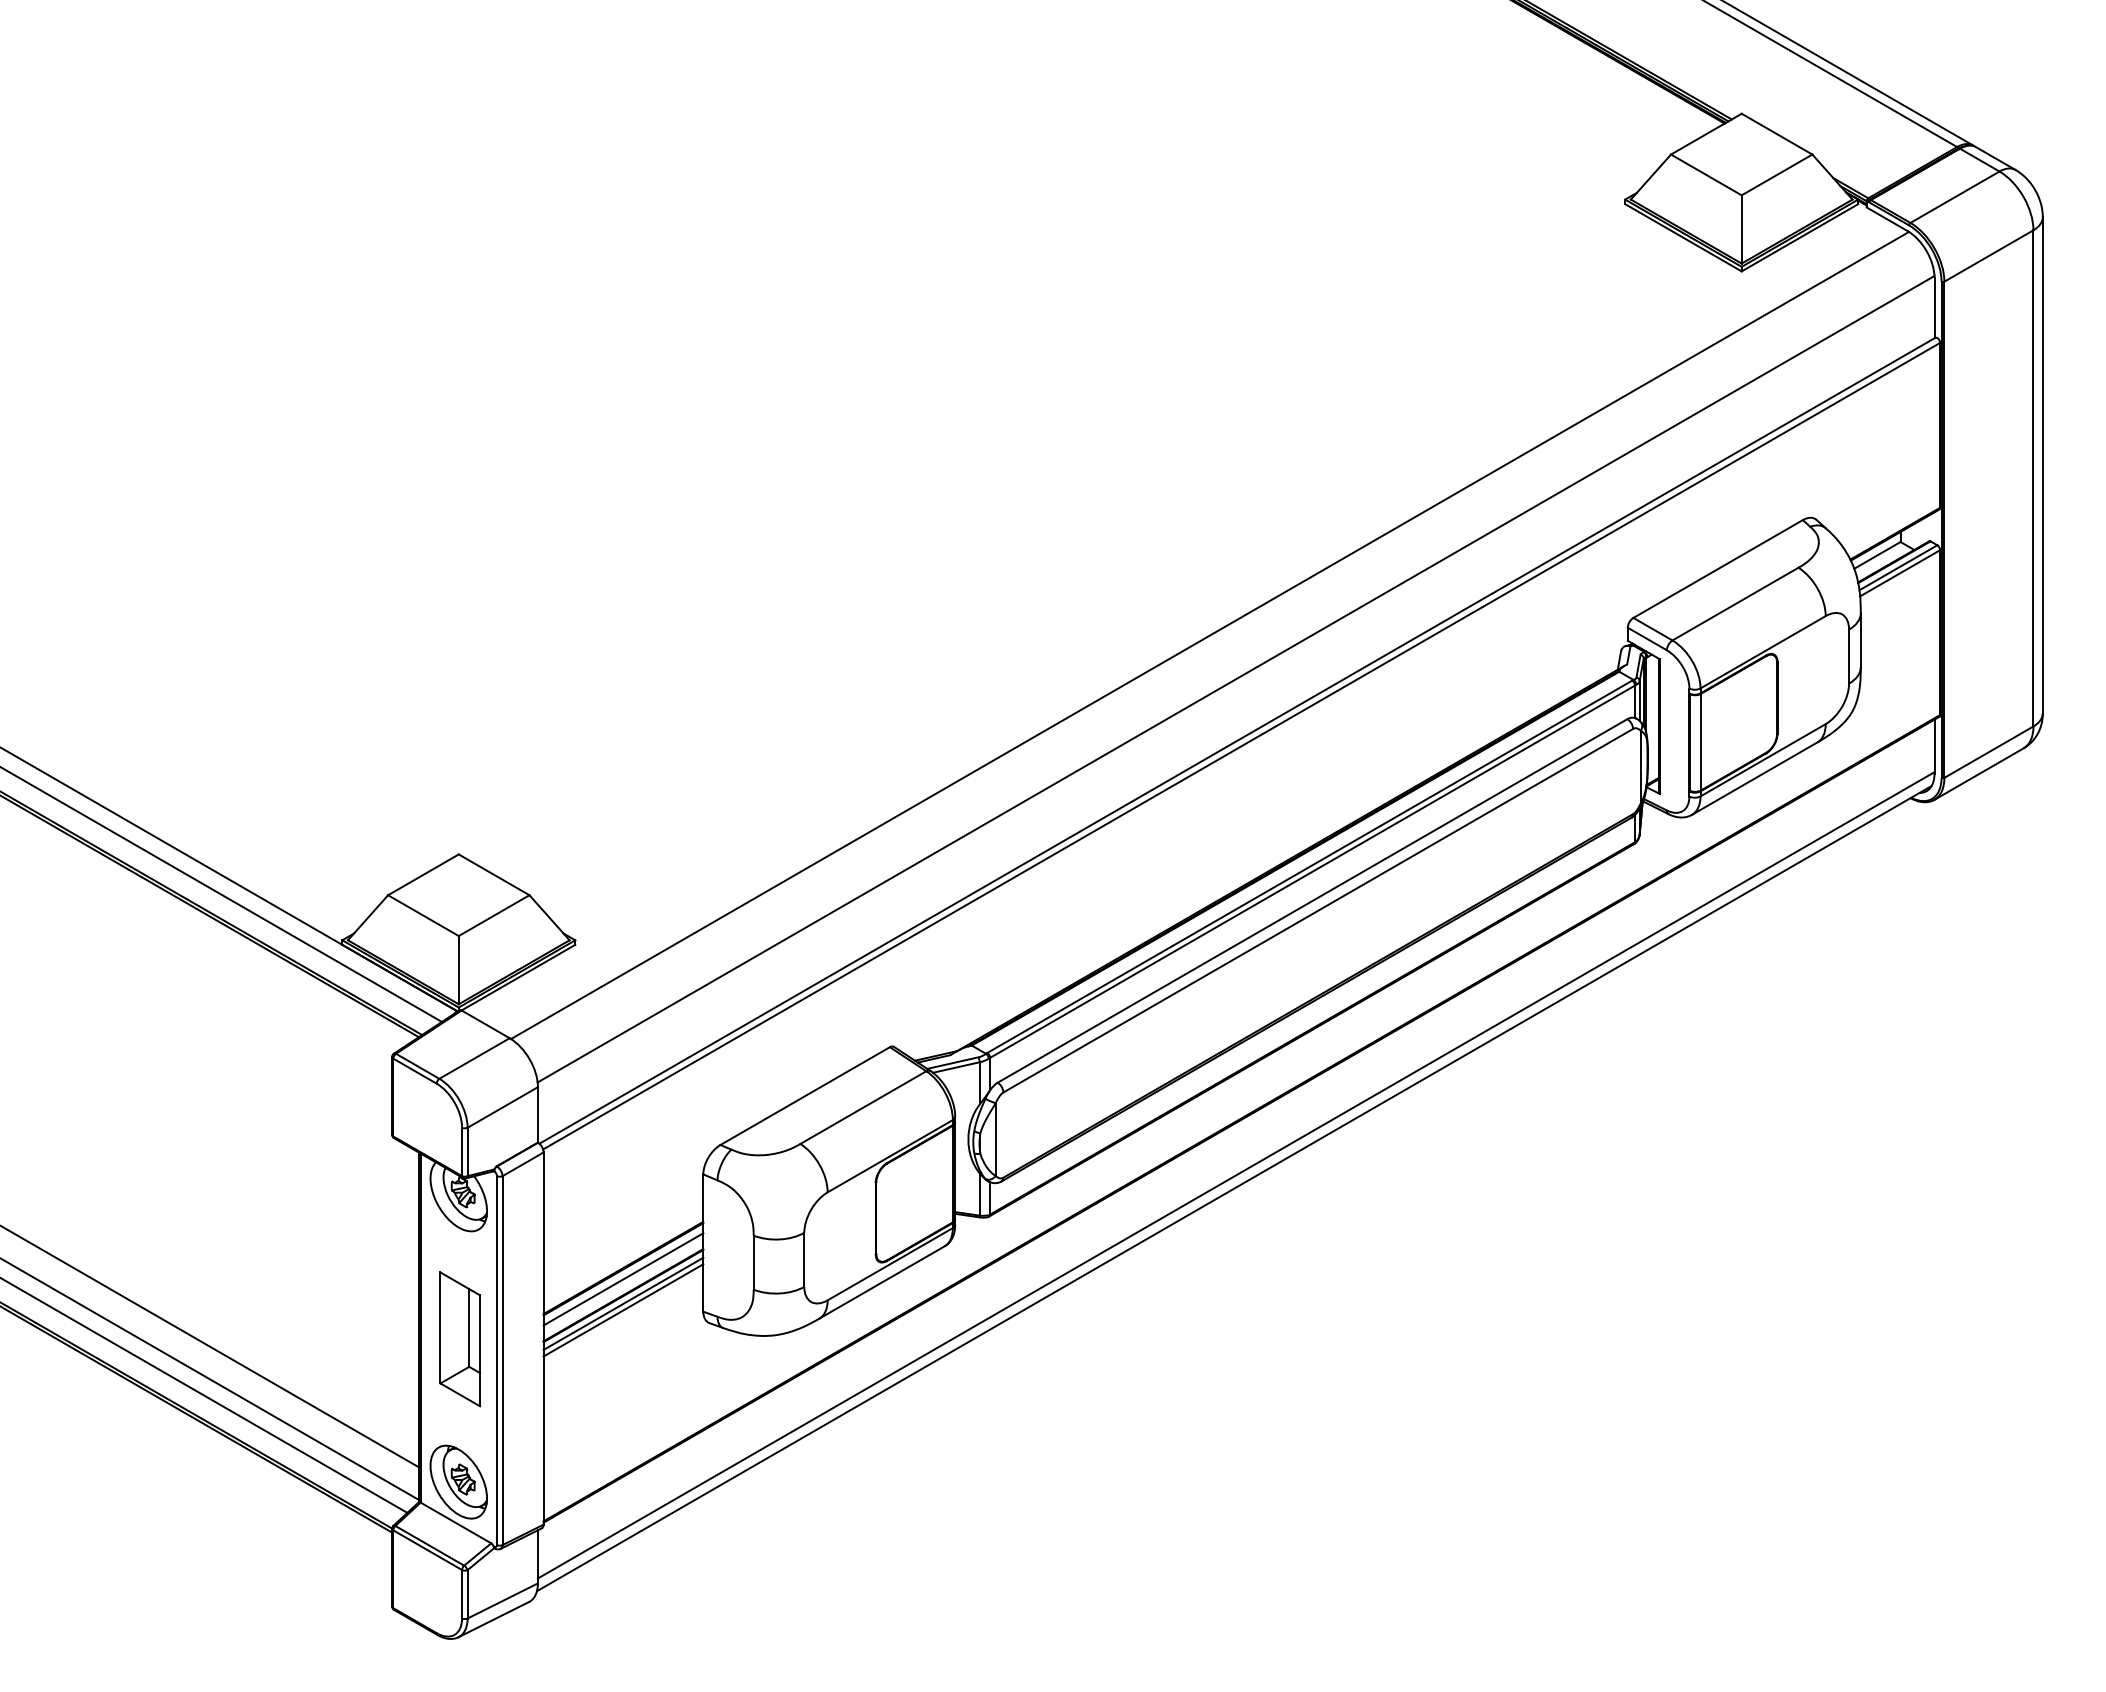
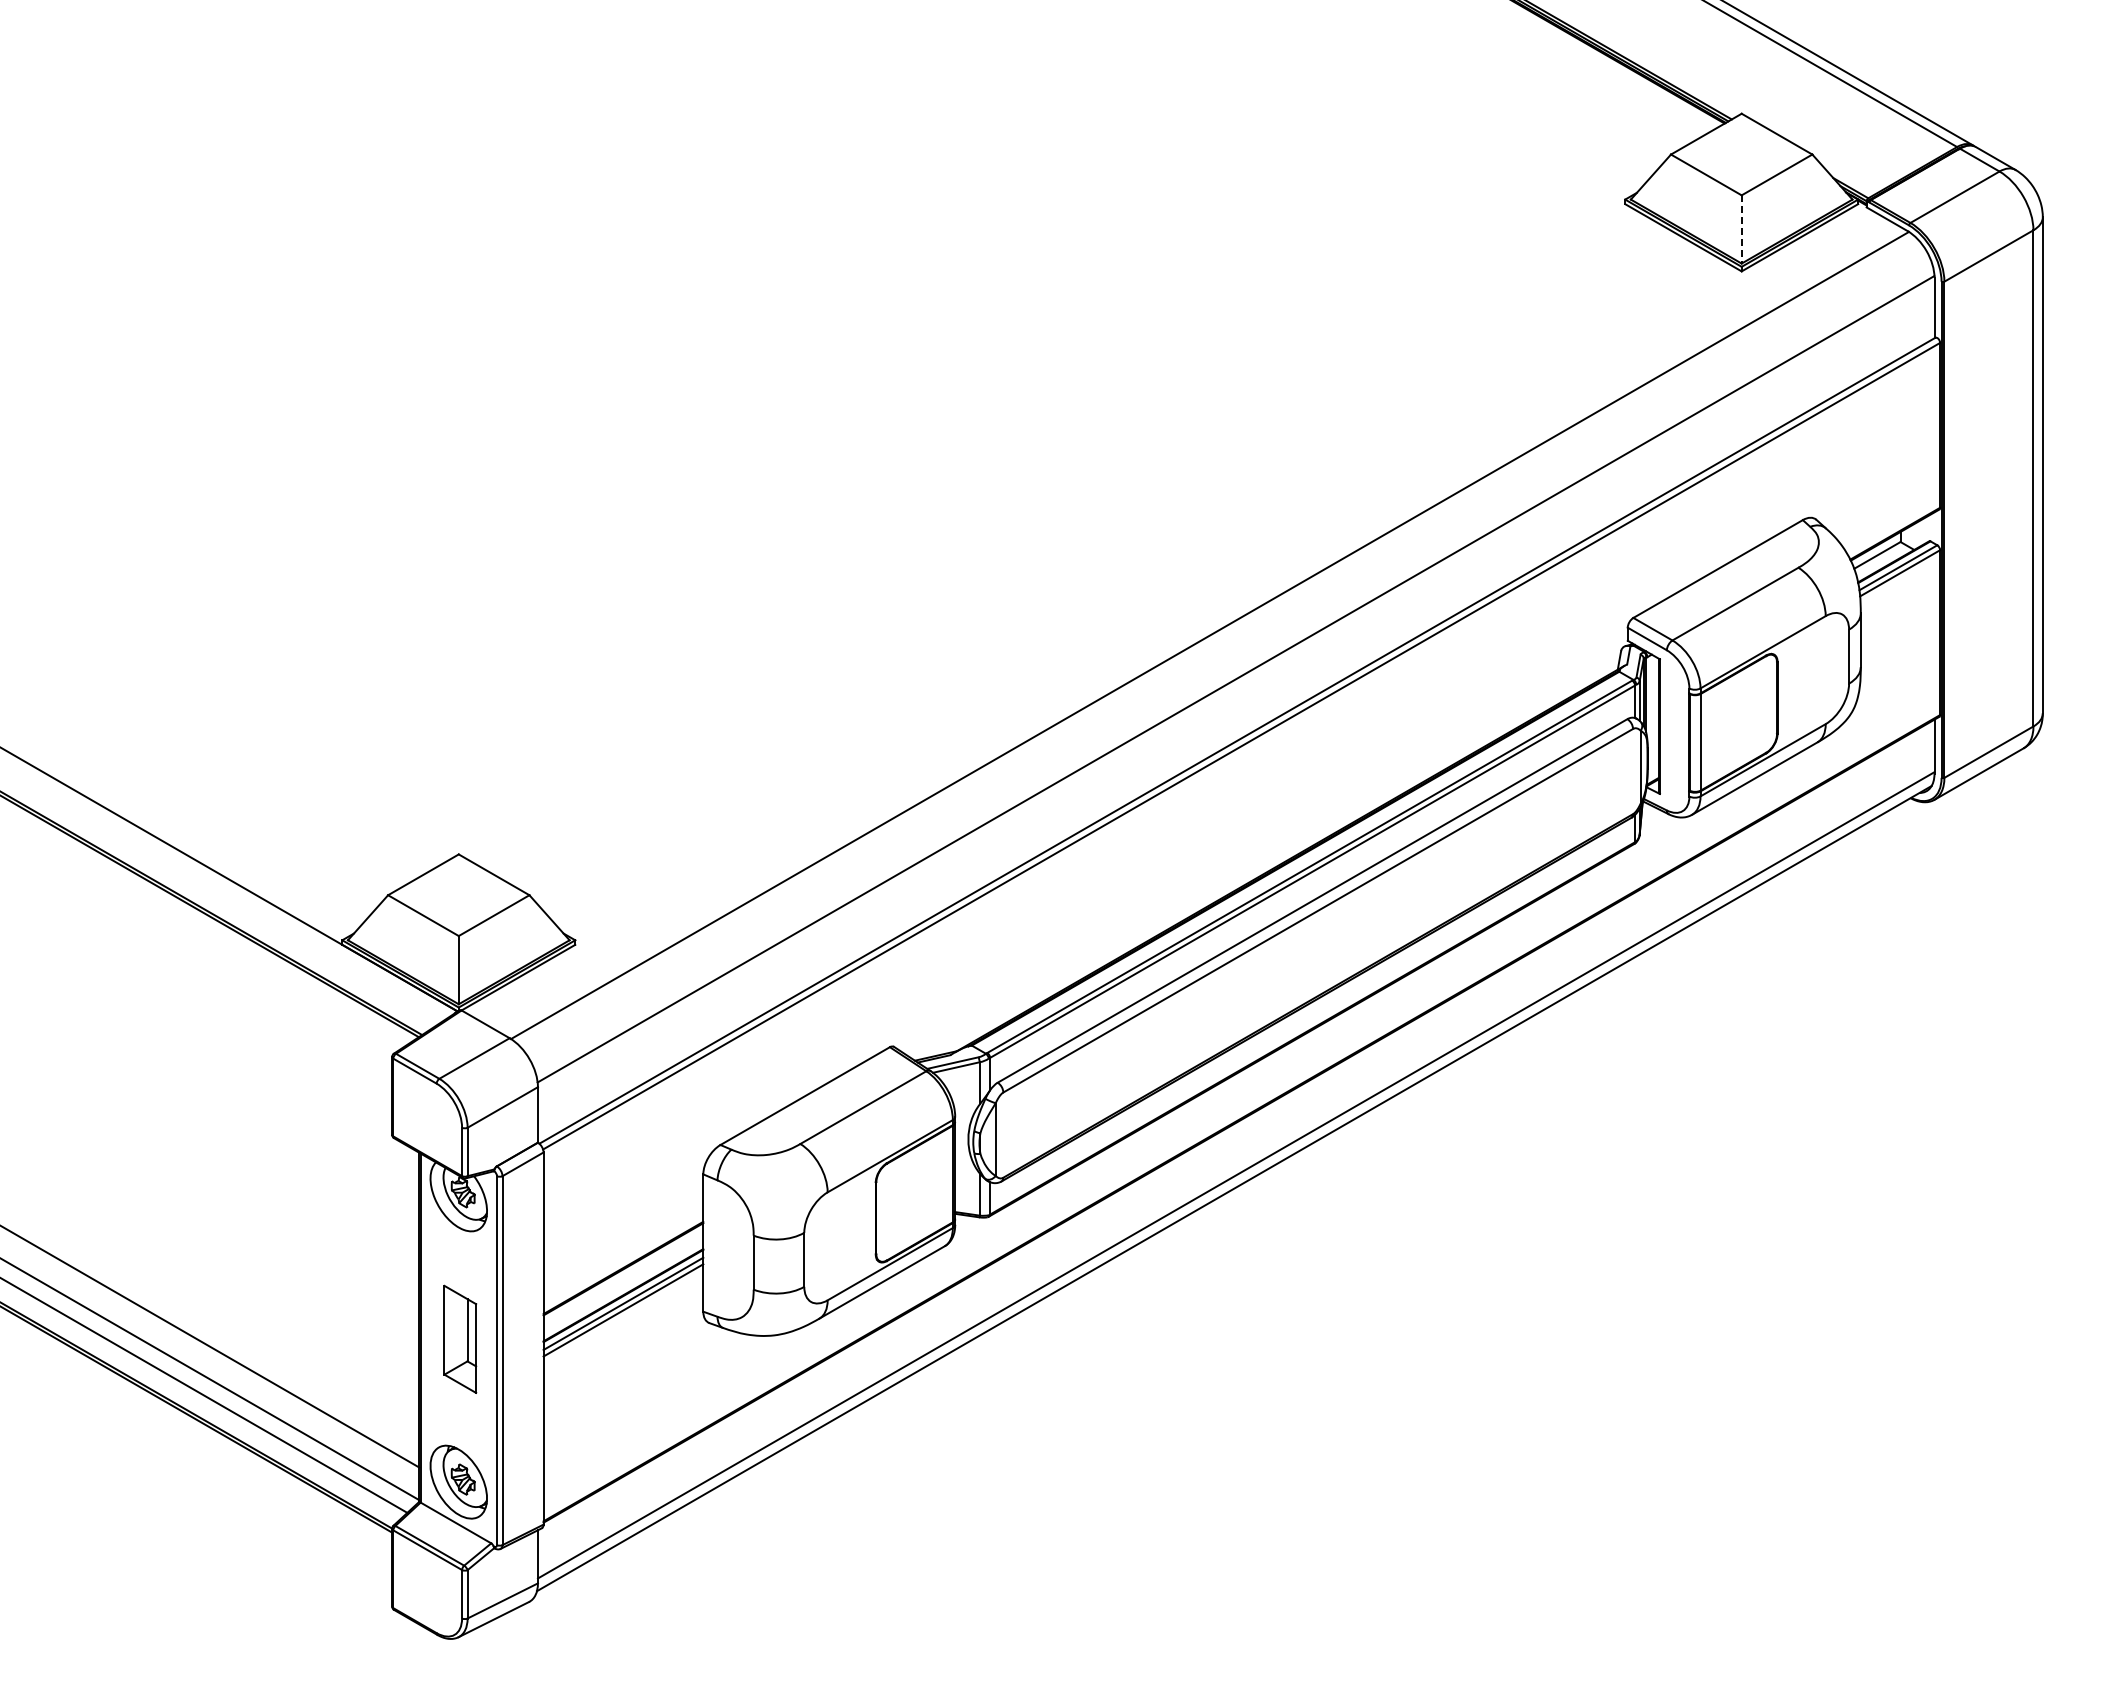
line at (1741, 229): solid -> dashed
line at (221, 894): present -> none
line at (623, 1279): present -> none
part at (460, 1339) size: 43x137 px -> 35x110 px
